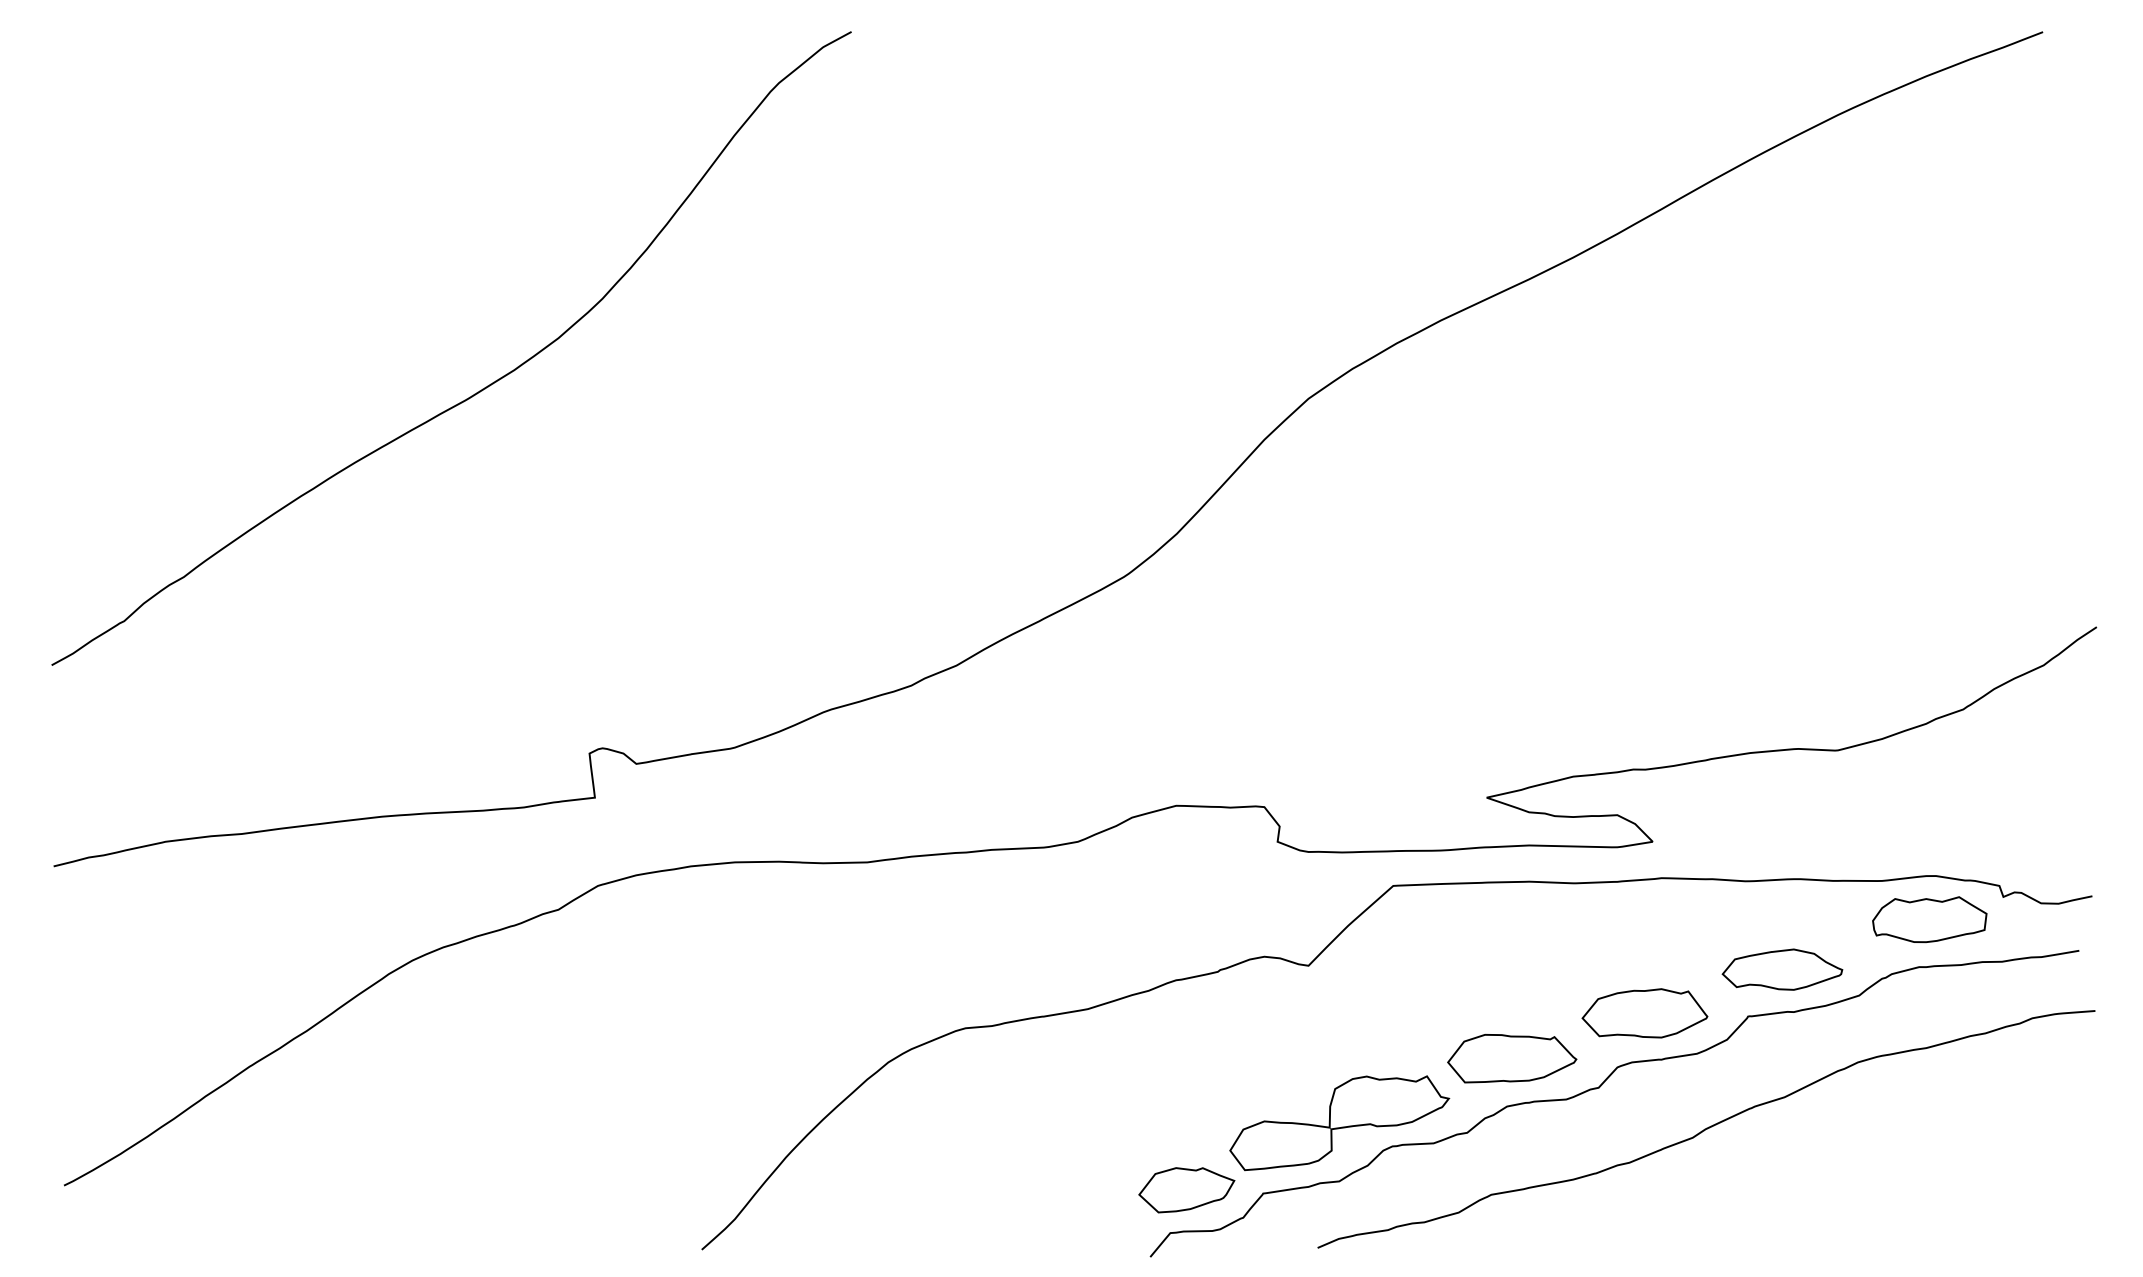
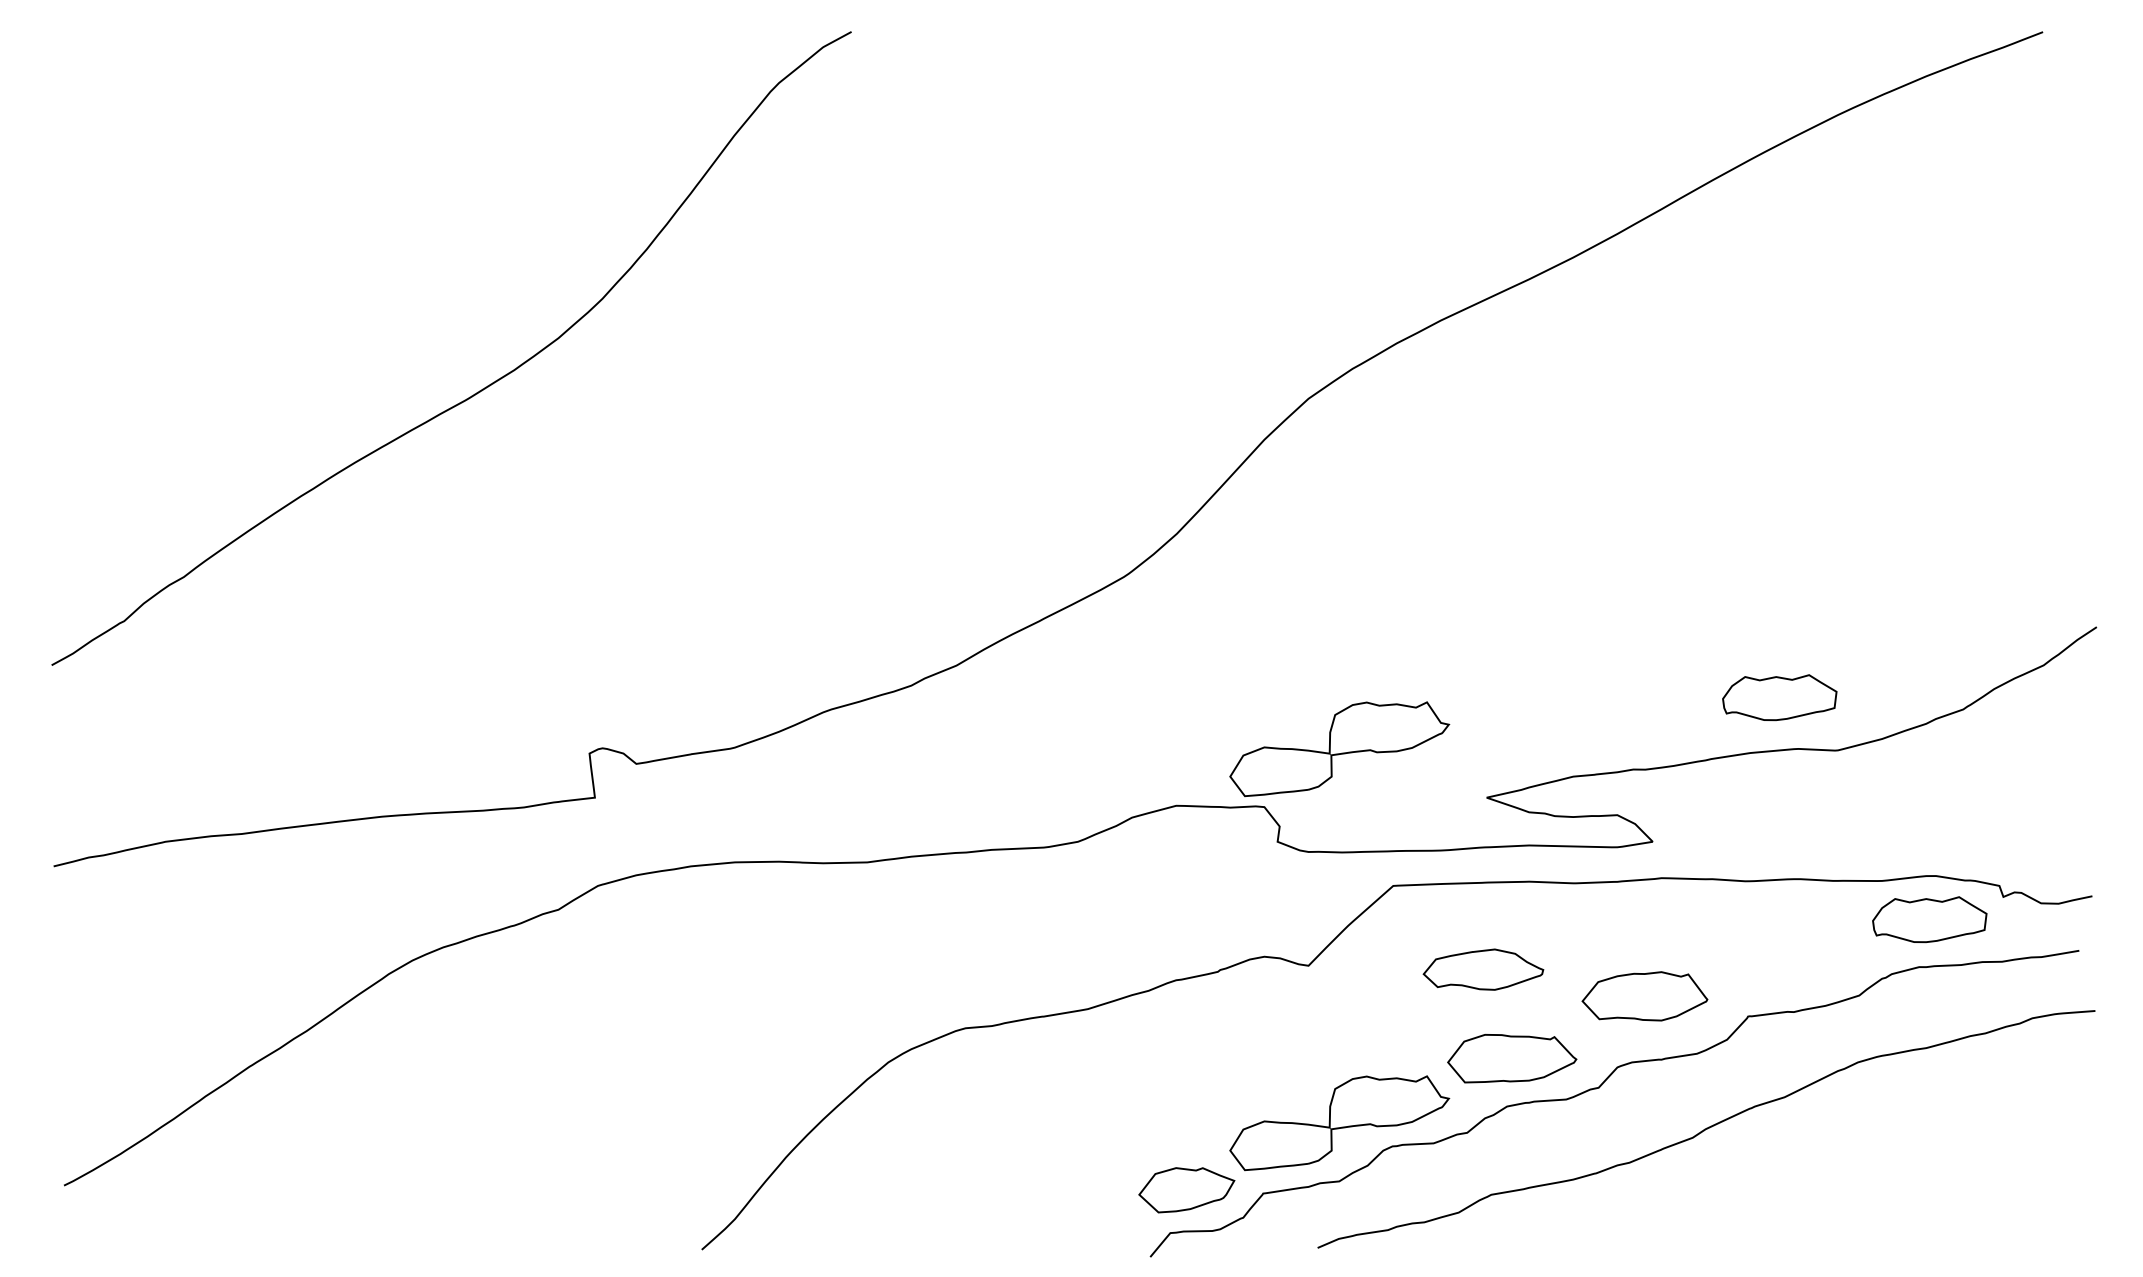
part at (1779, 697): none -> present
part at (1339, 749): none -> present
part at (1782, 969) position: (1782, 969) -> (1483, 969)
part at (1644, 1013) position: (1644, 1013) -> (1644, 996)
